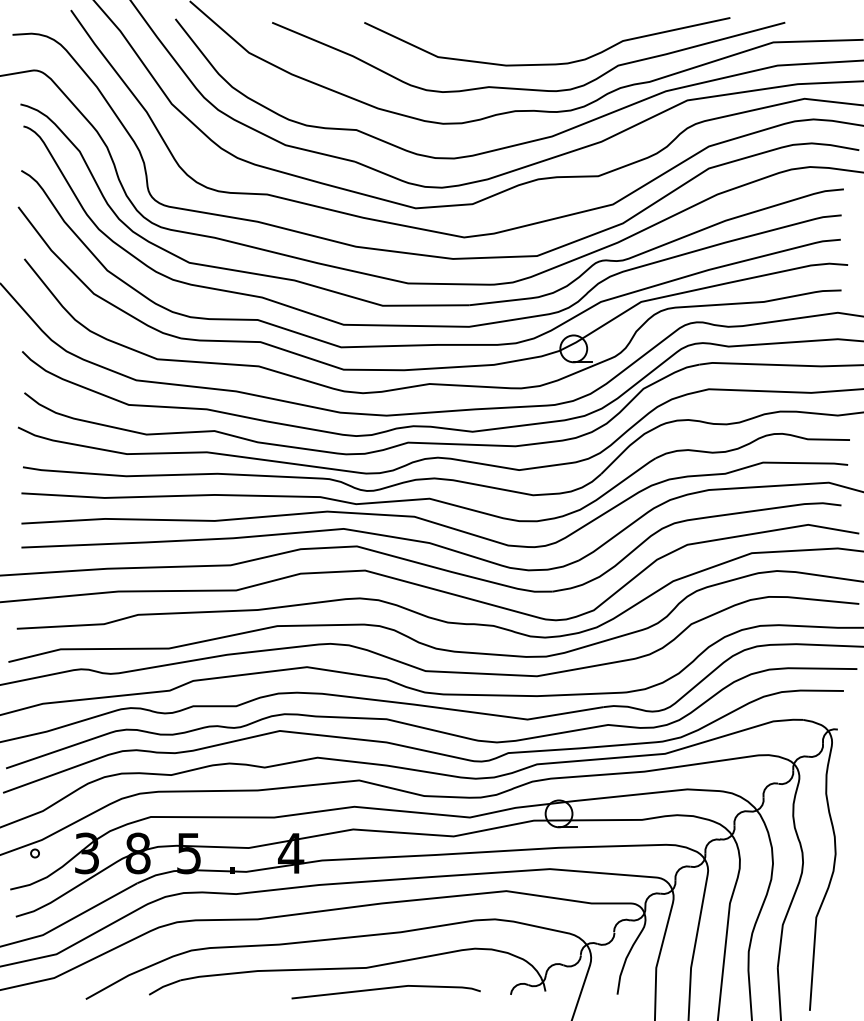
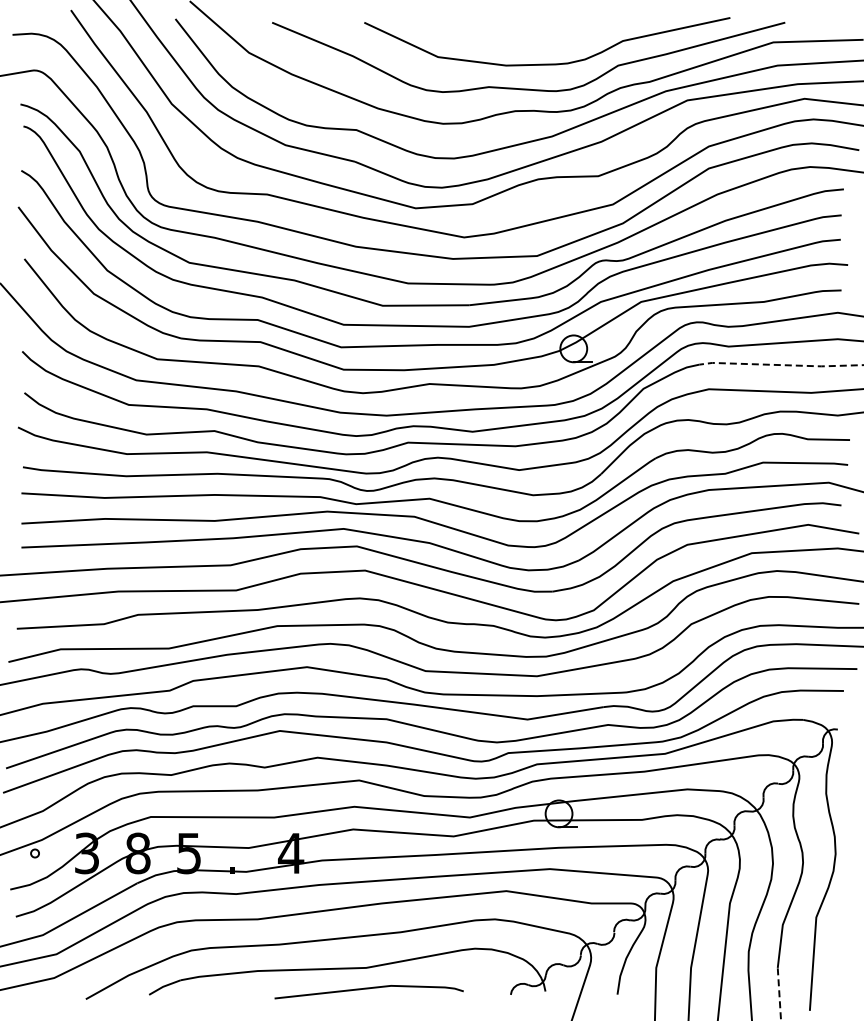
line at (780, 365): solid -> dashed
line at (385, 989) position: (385, 989) -> (368, 989)
line at (779, 993): solid -> dashed
